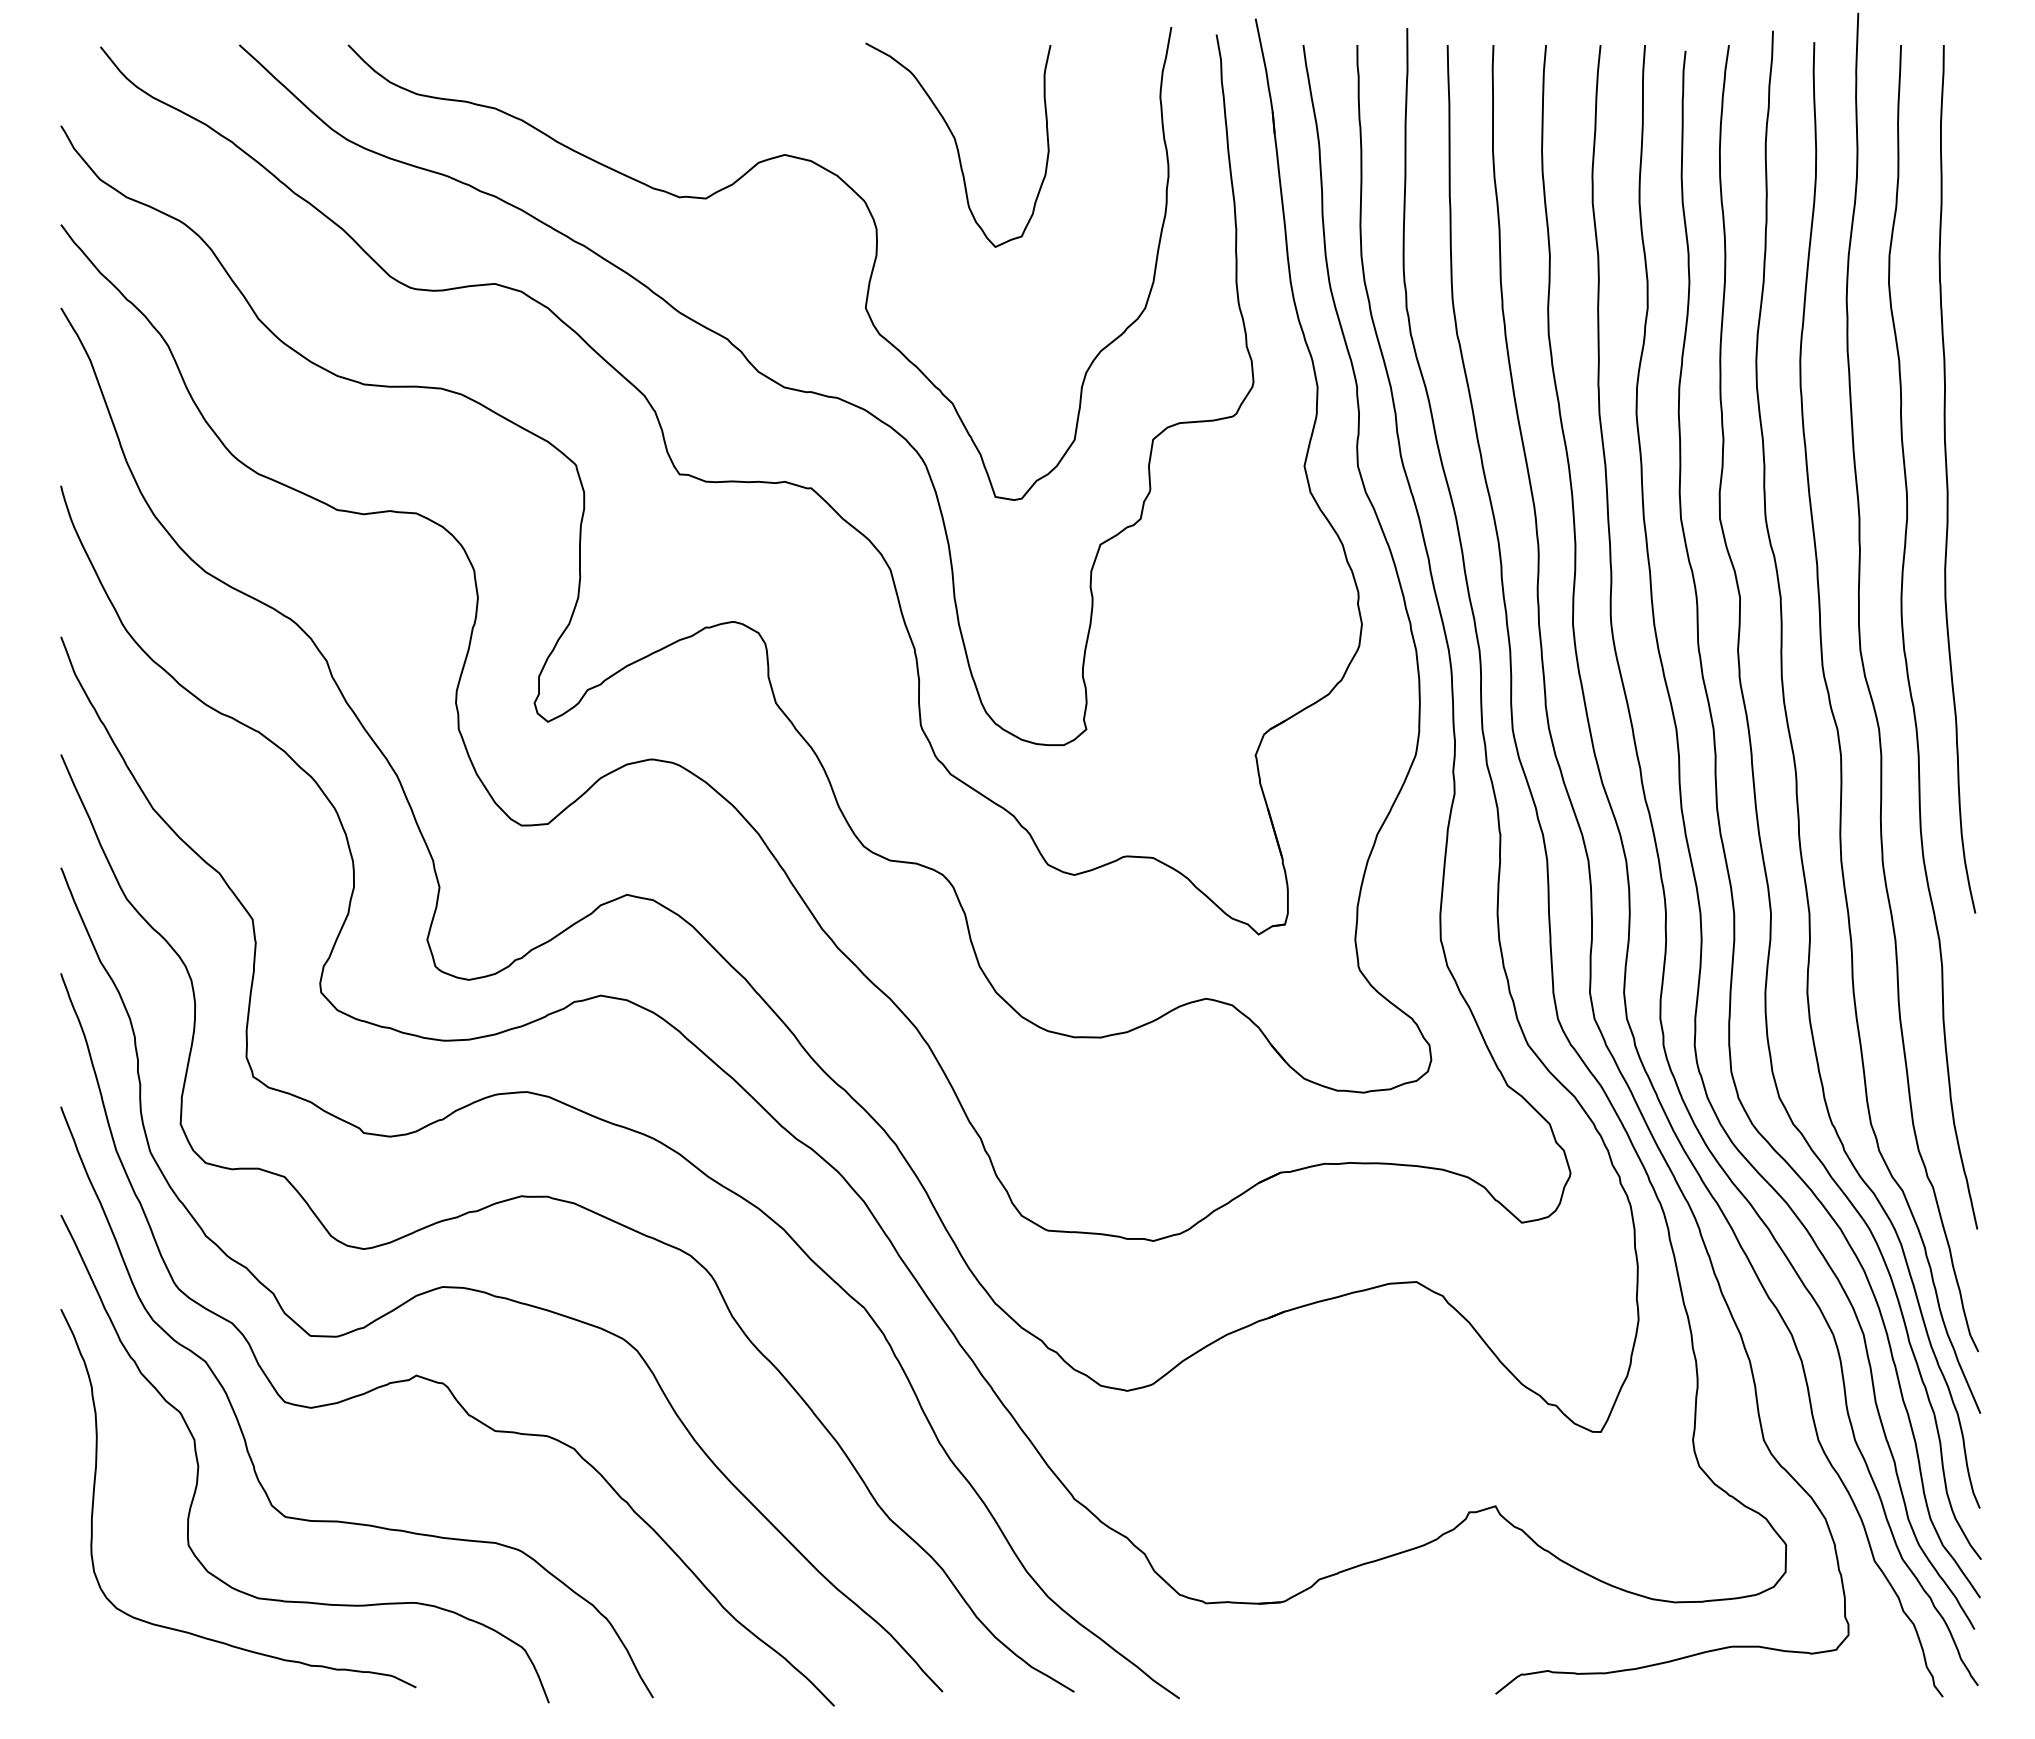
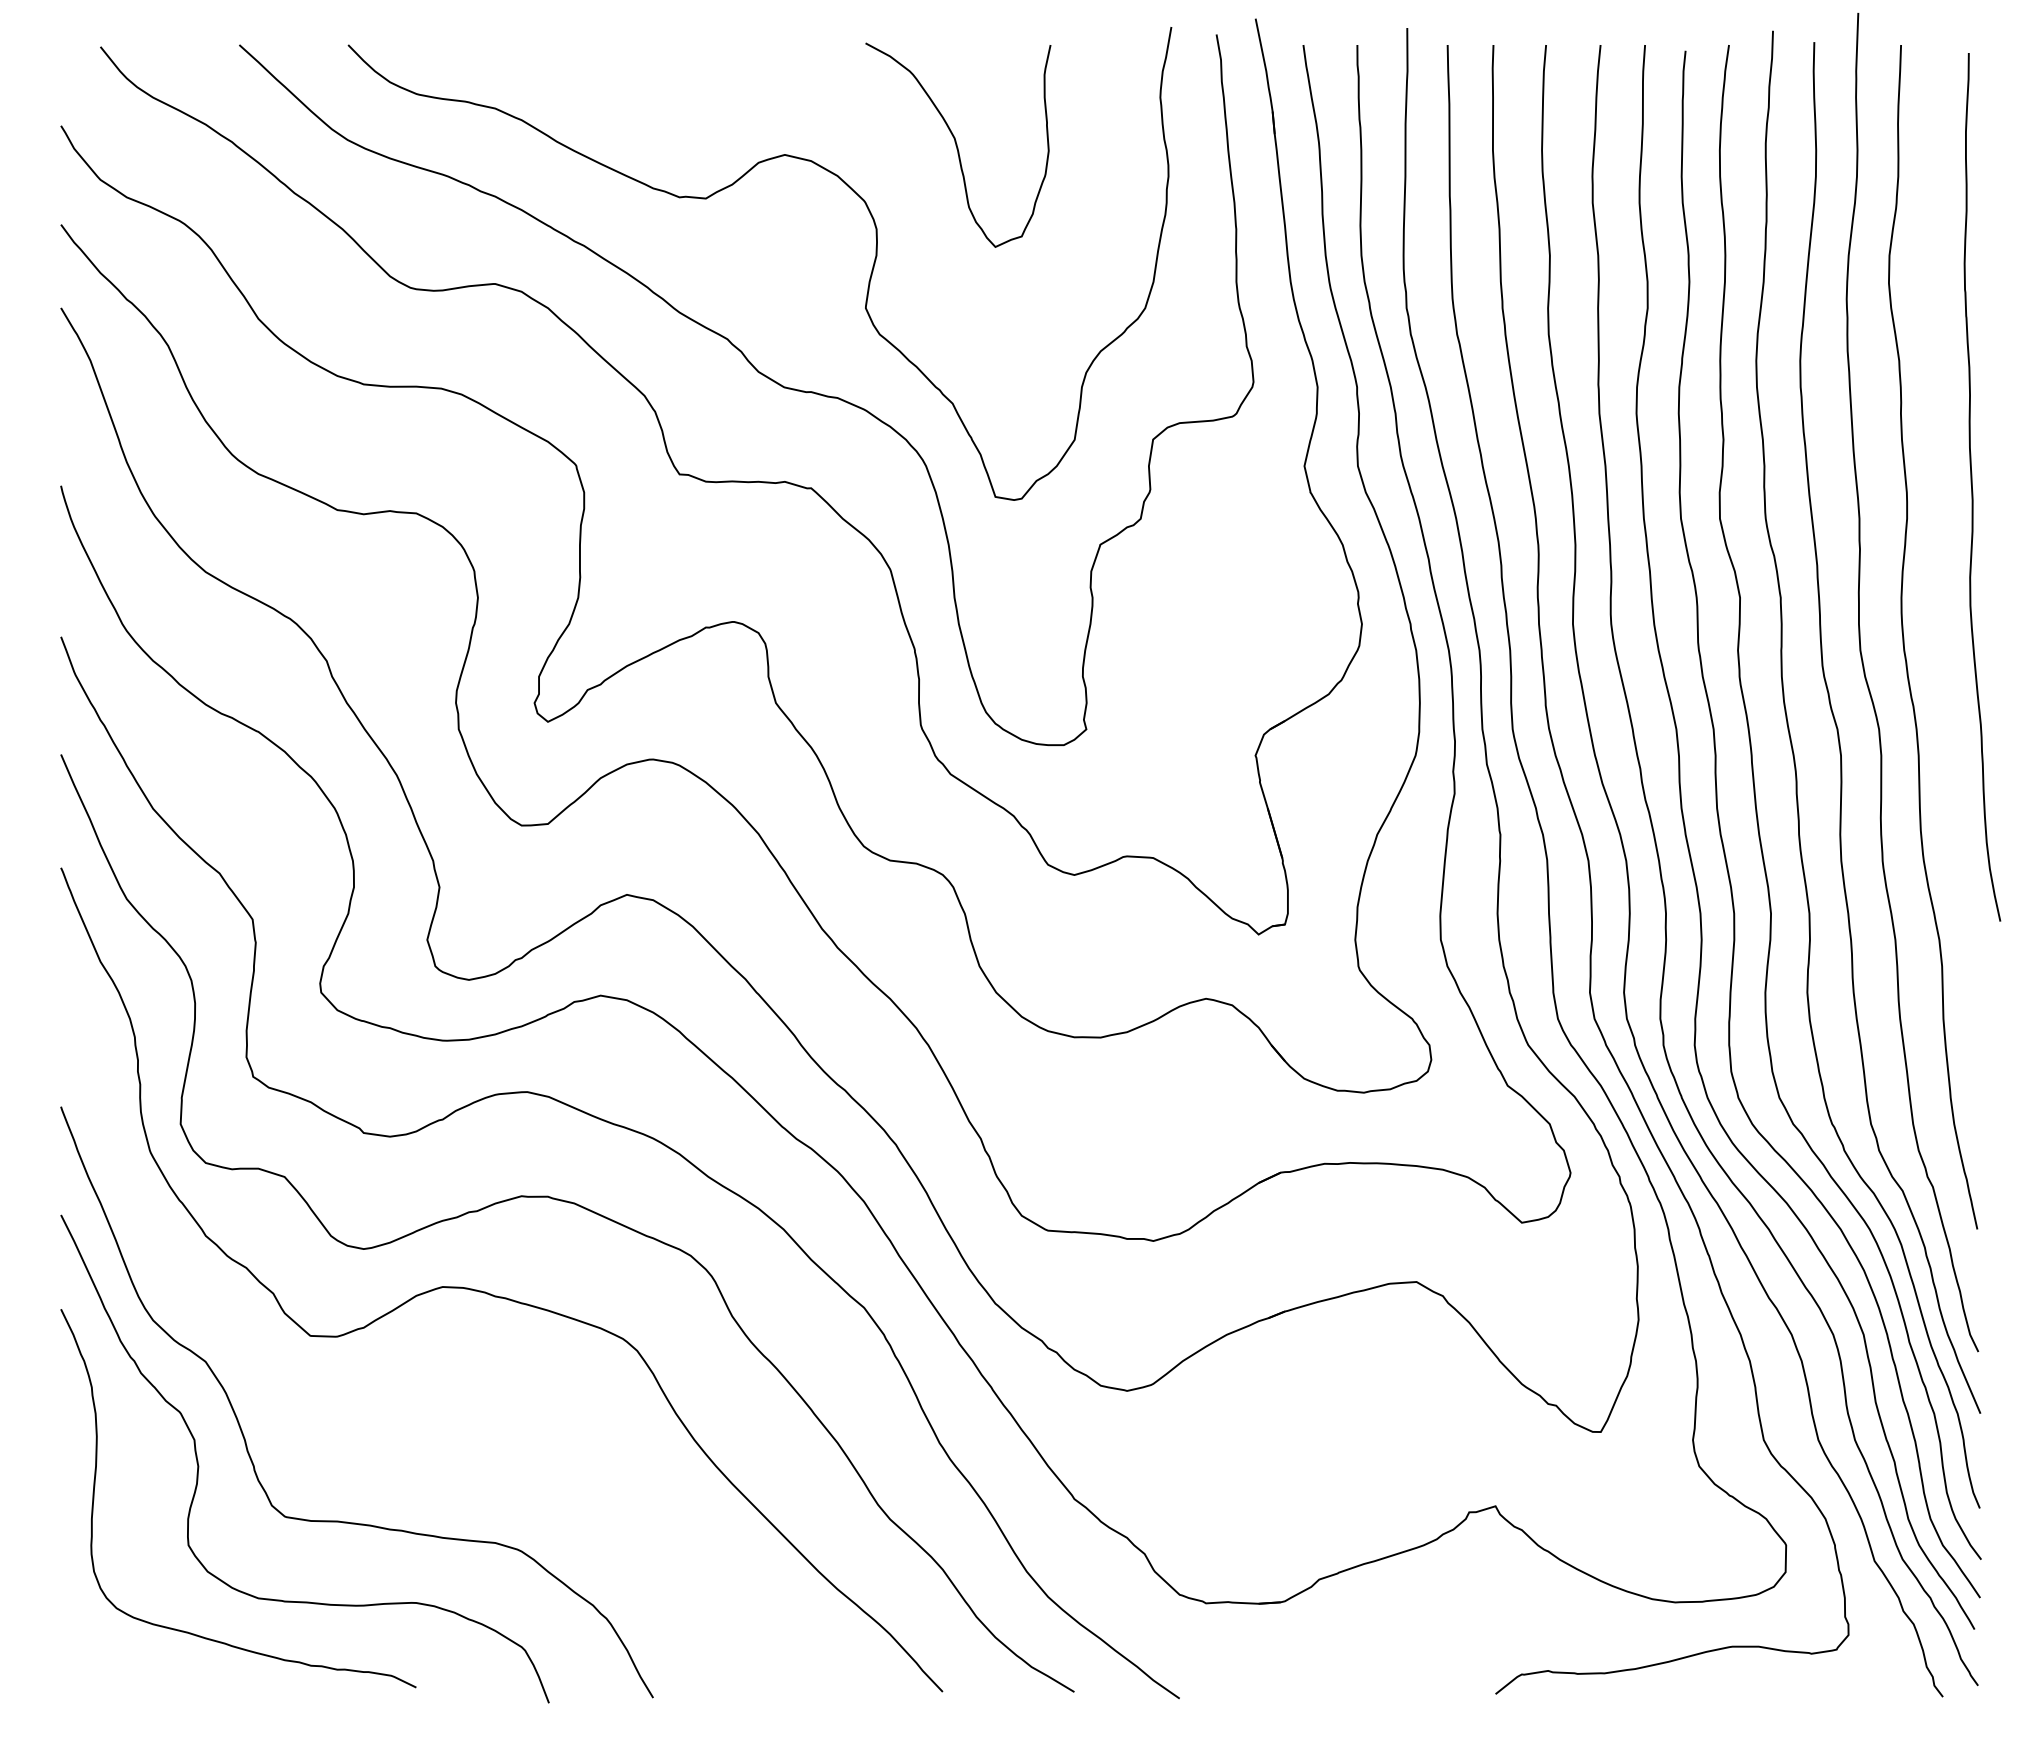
curve at (1948, 483) position: (1948, 483) -> (1973, 491)
curve at (438, 1381): present -> none
